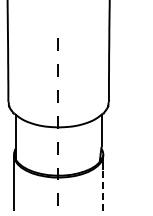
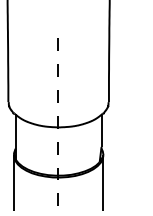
line at (103, 190): dashed -> solid
